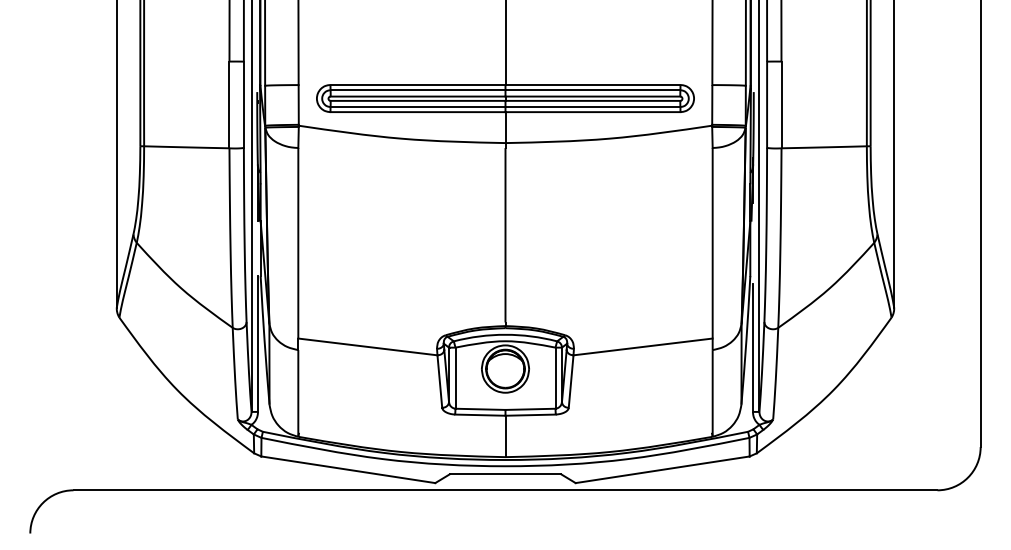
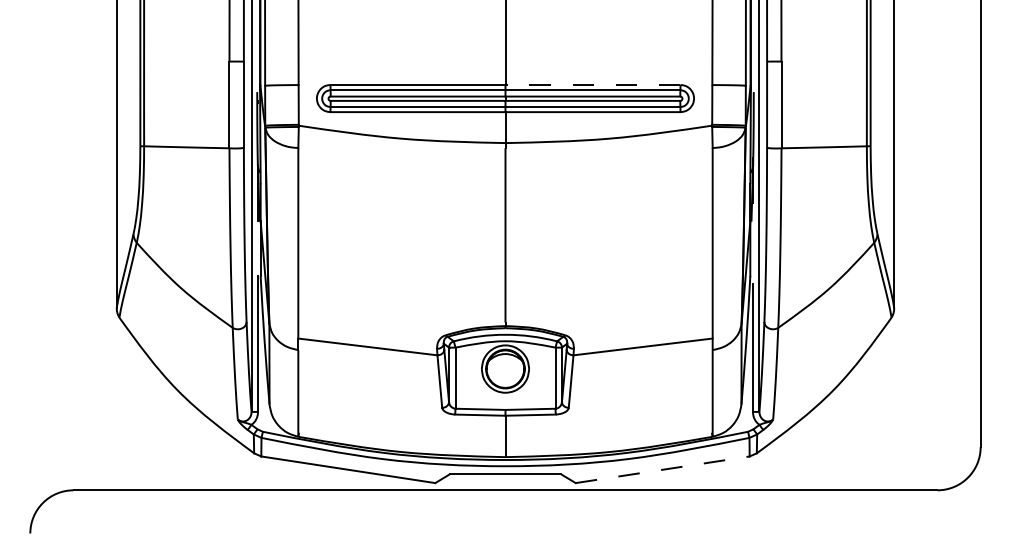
line at (592, 84): solid -> dashed
line at (663, 469): solid -> dashed
